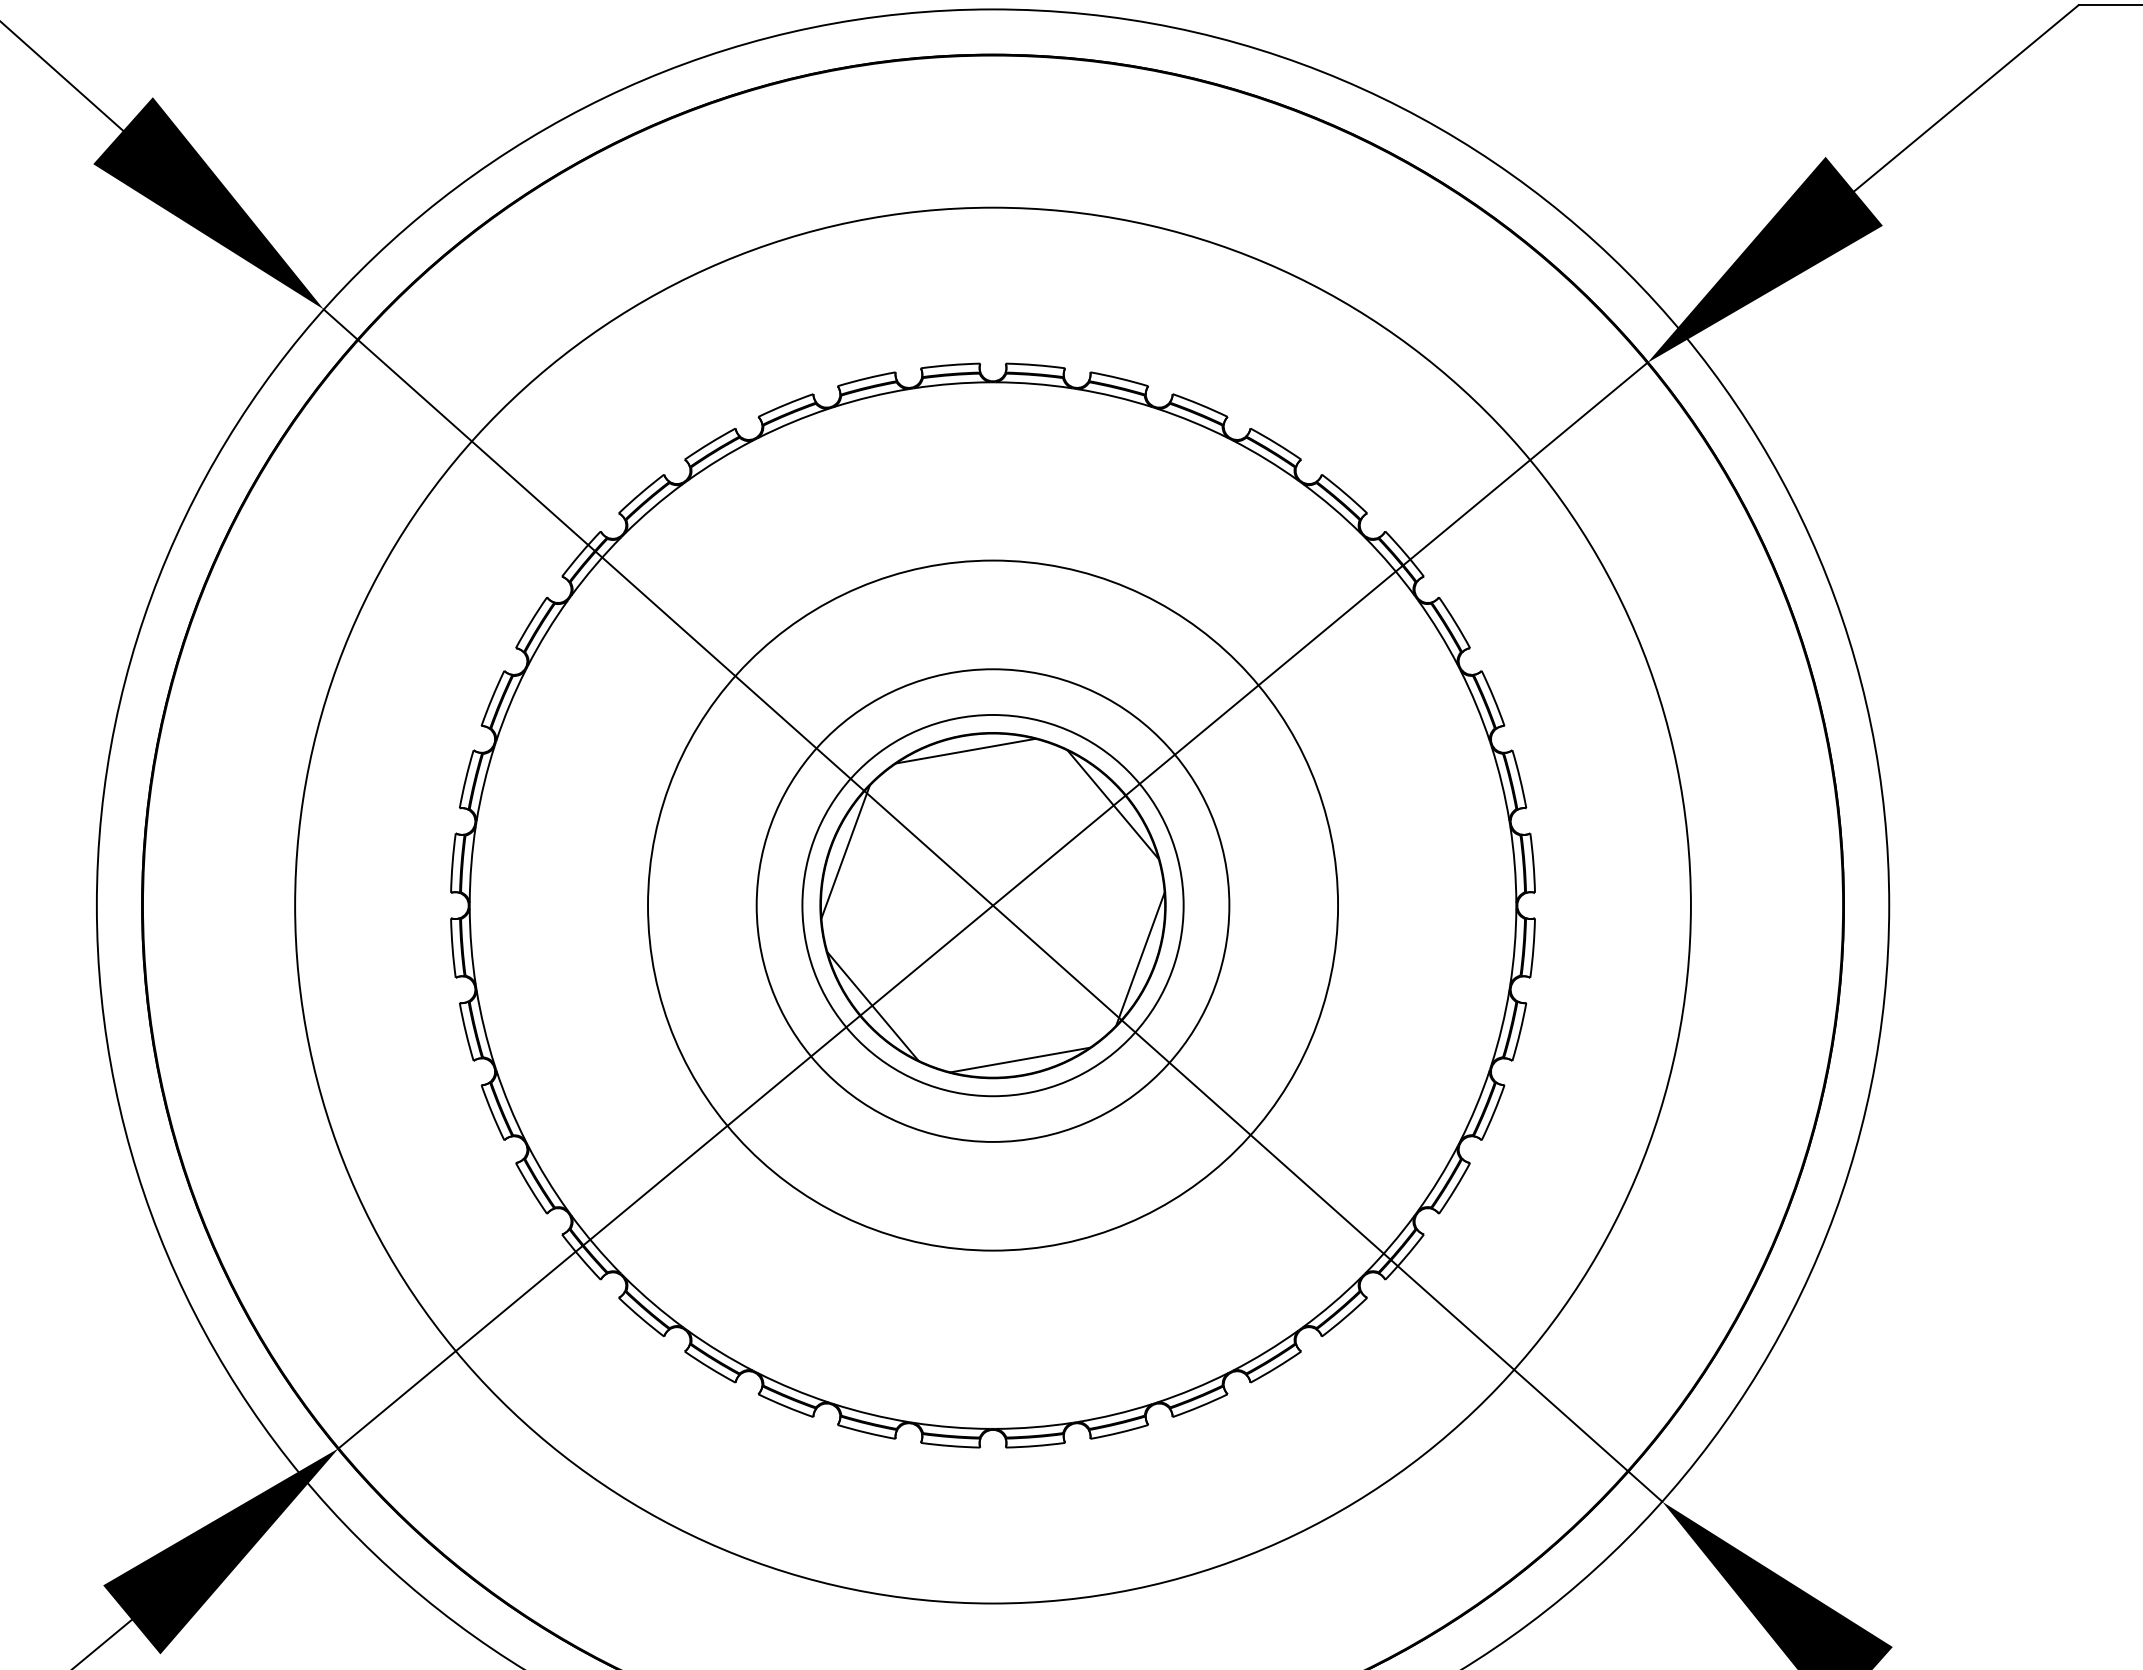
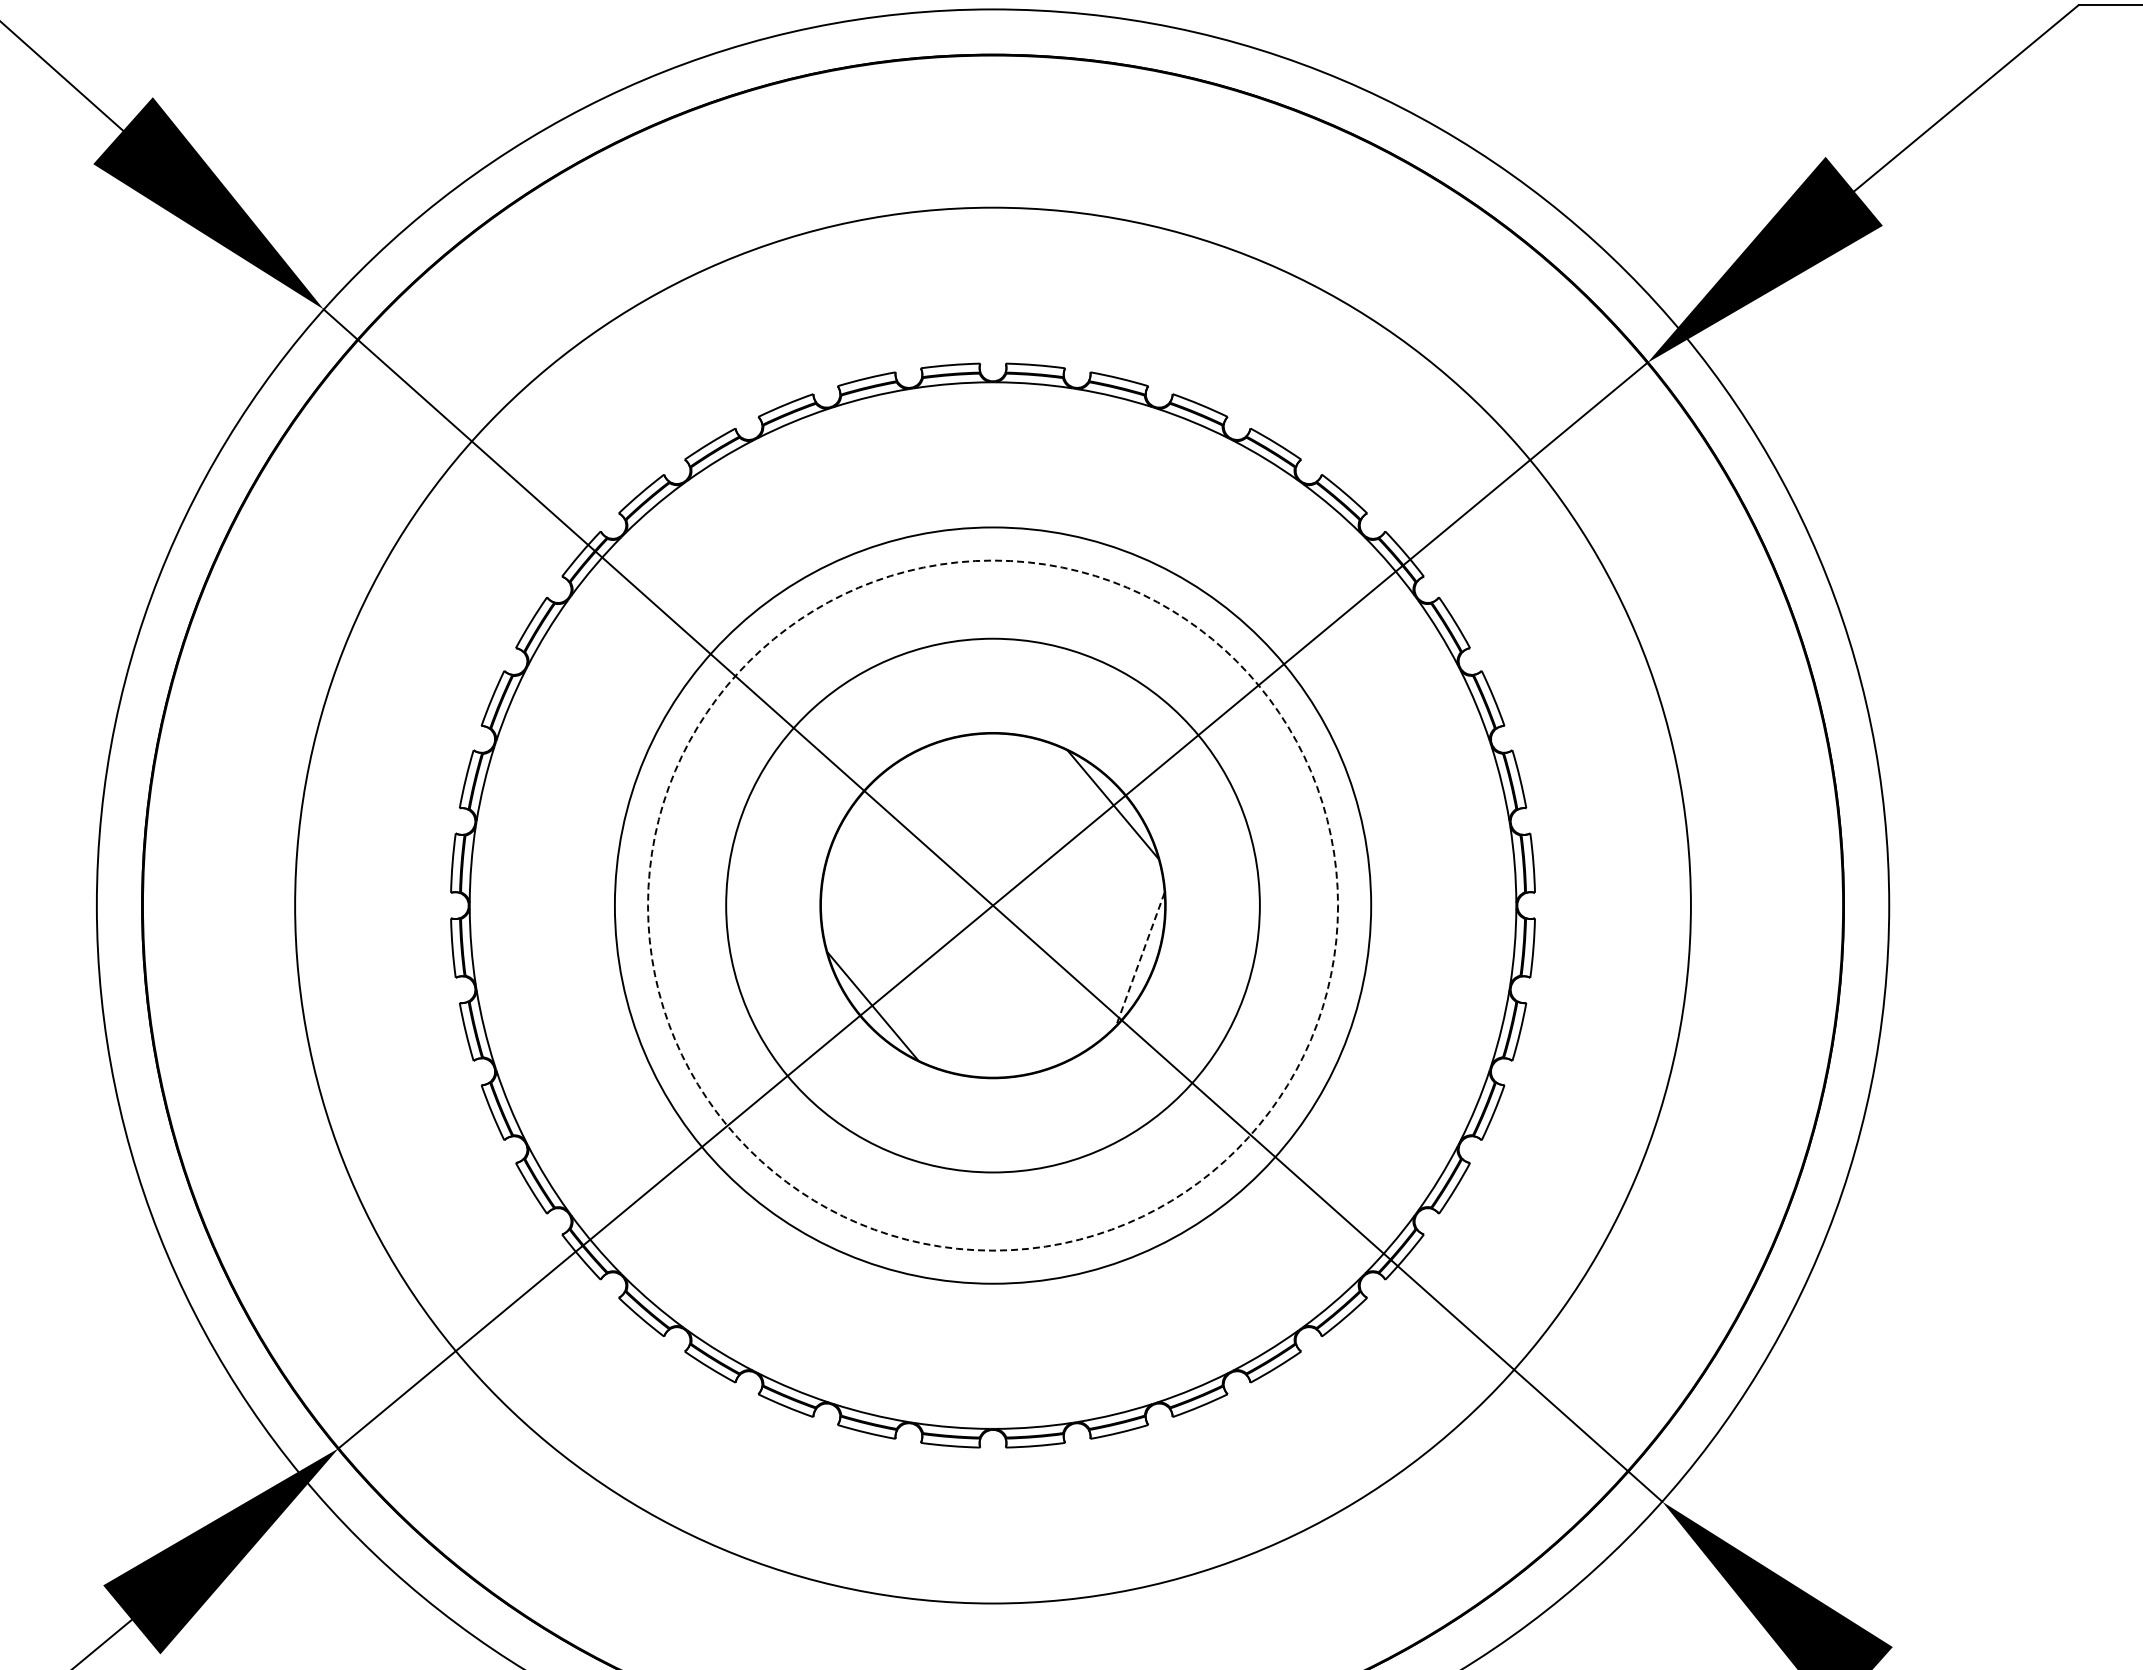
line at (965, 750): present -> none
line at (845, 851): present -> none
circle at (992, 905) diameter: 381 px -> 534 px
circle at (992, 905) diameter: 473 px -> 756 px
circle at (993, 905): solid -> dashed
line at (1140, 959): solid -> dashed
line at (1019, 1059): present -> none
